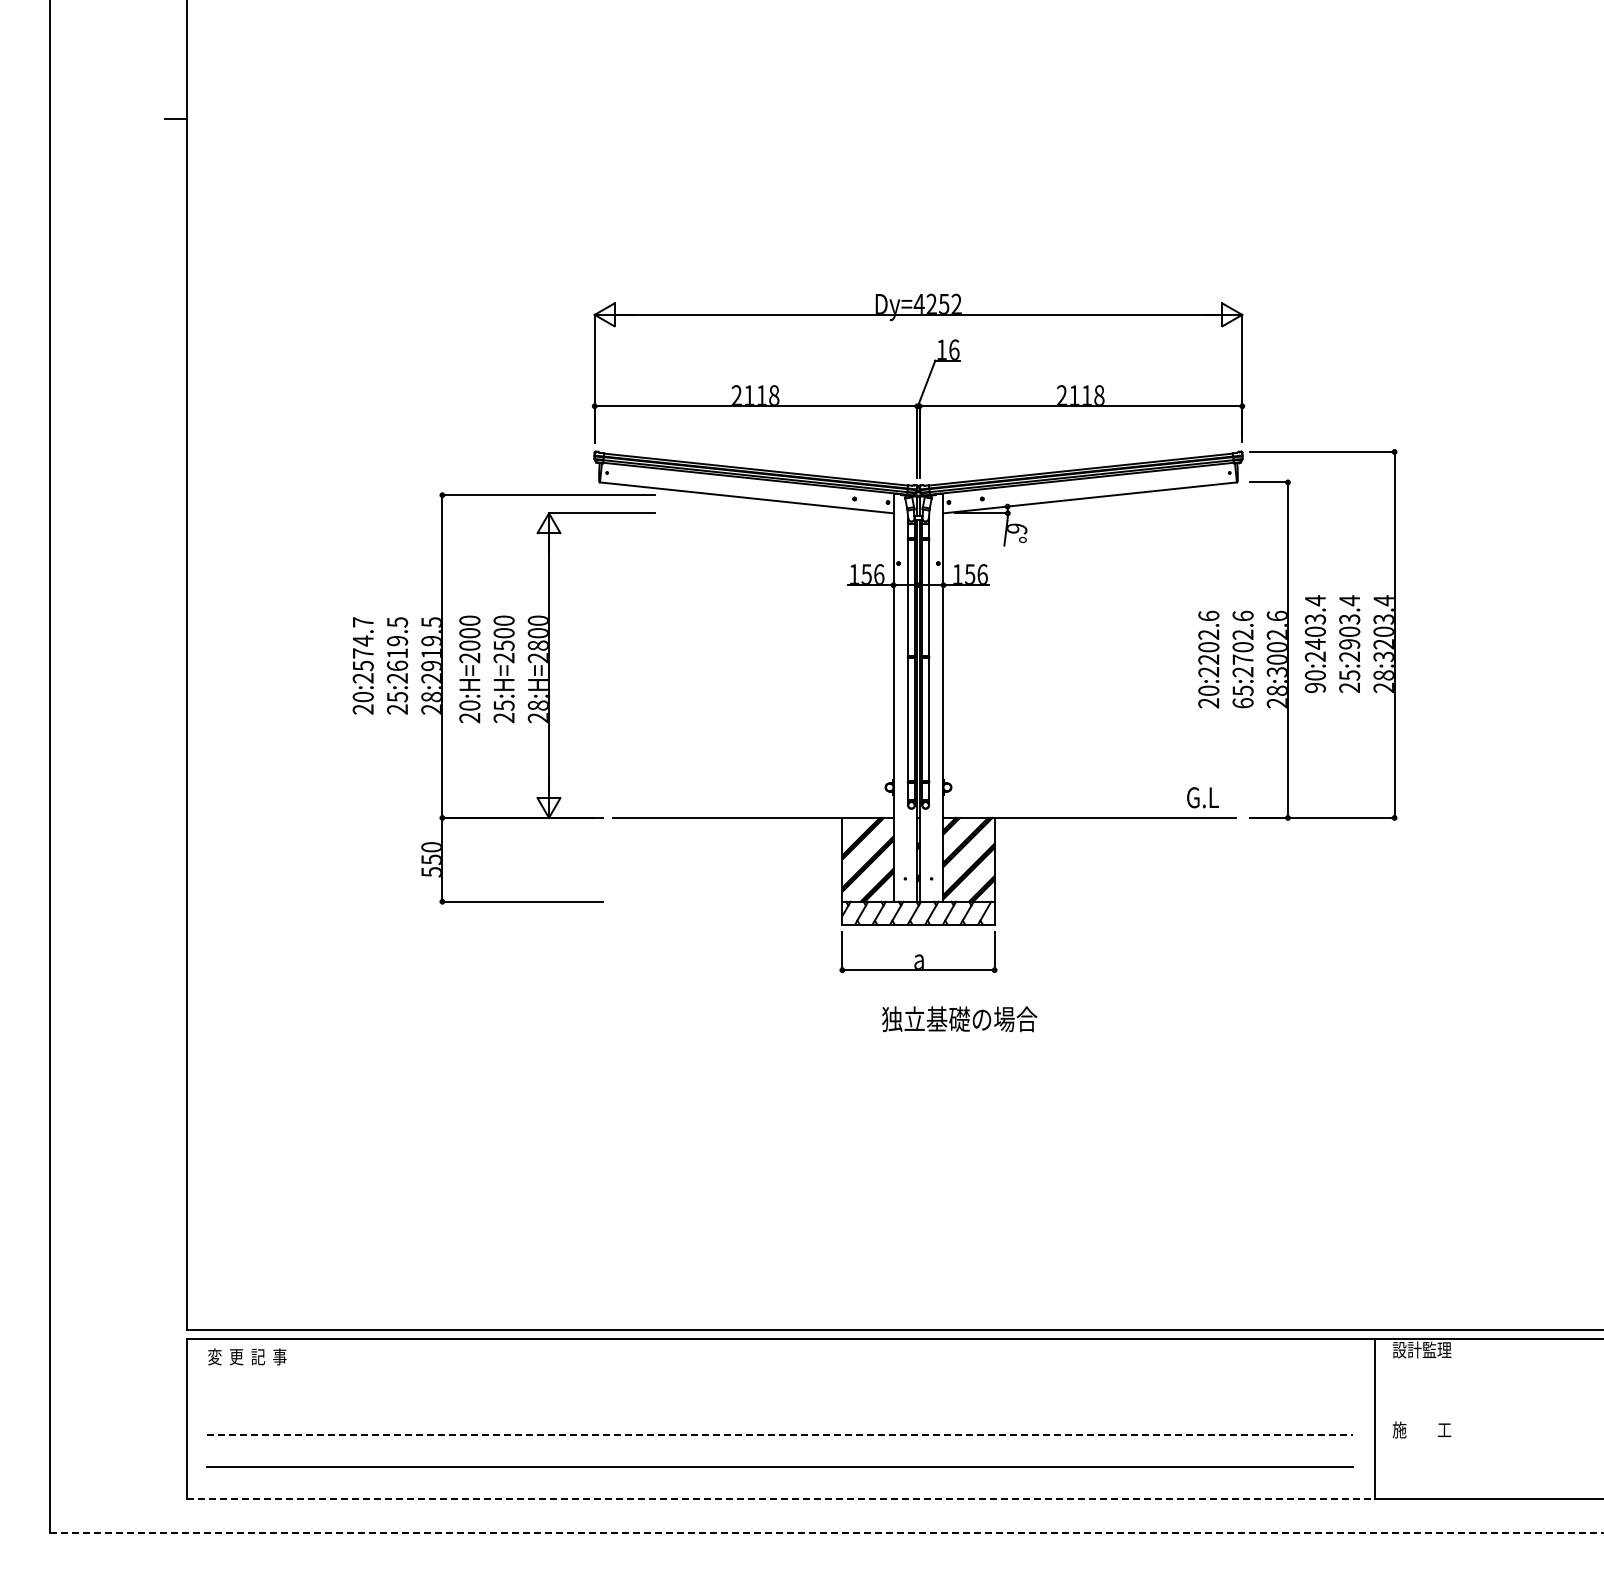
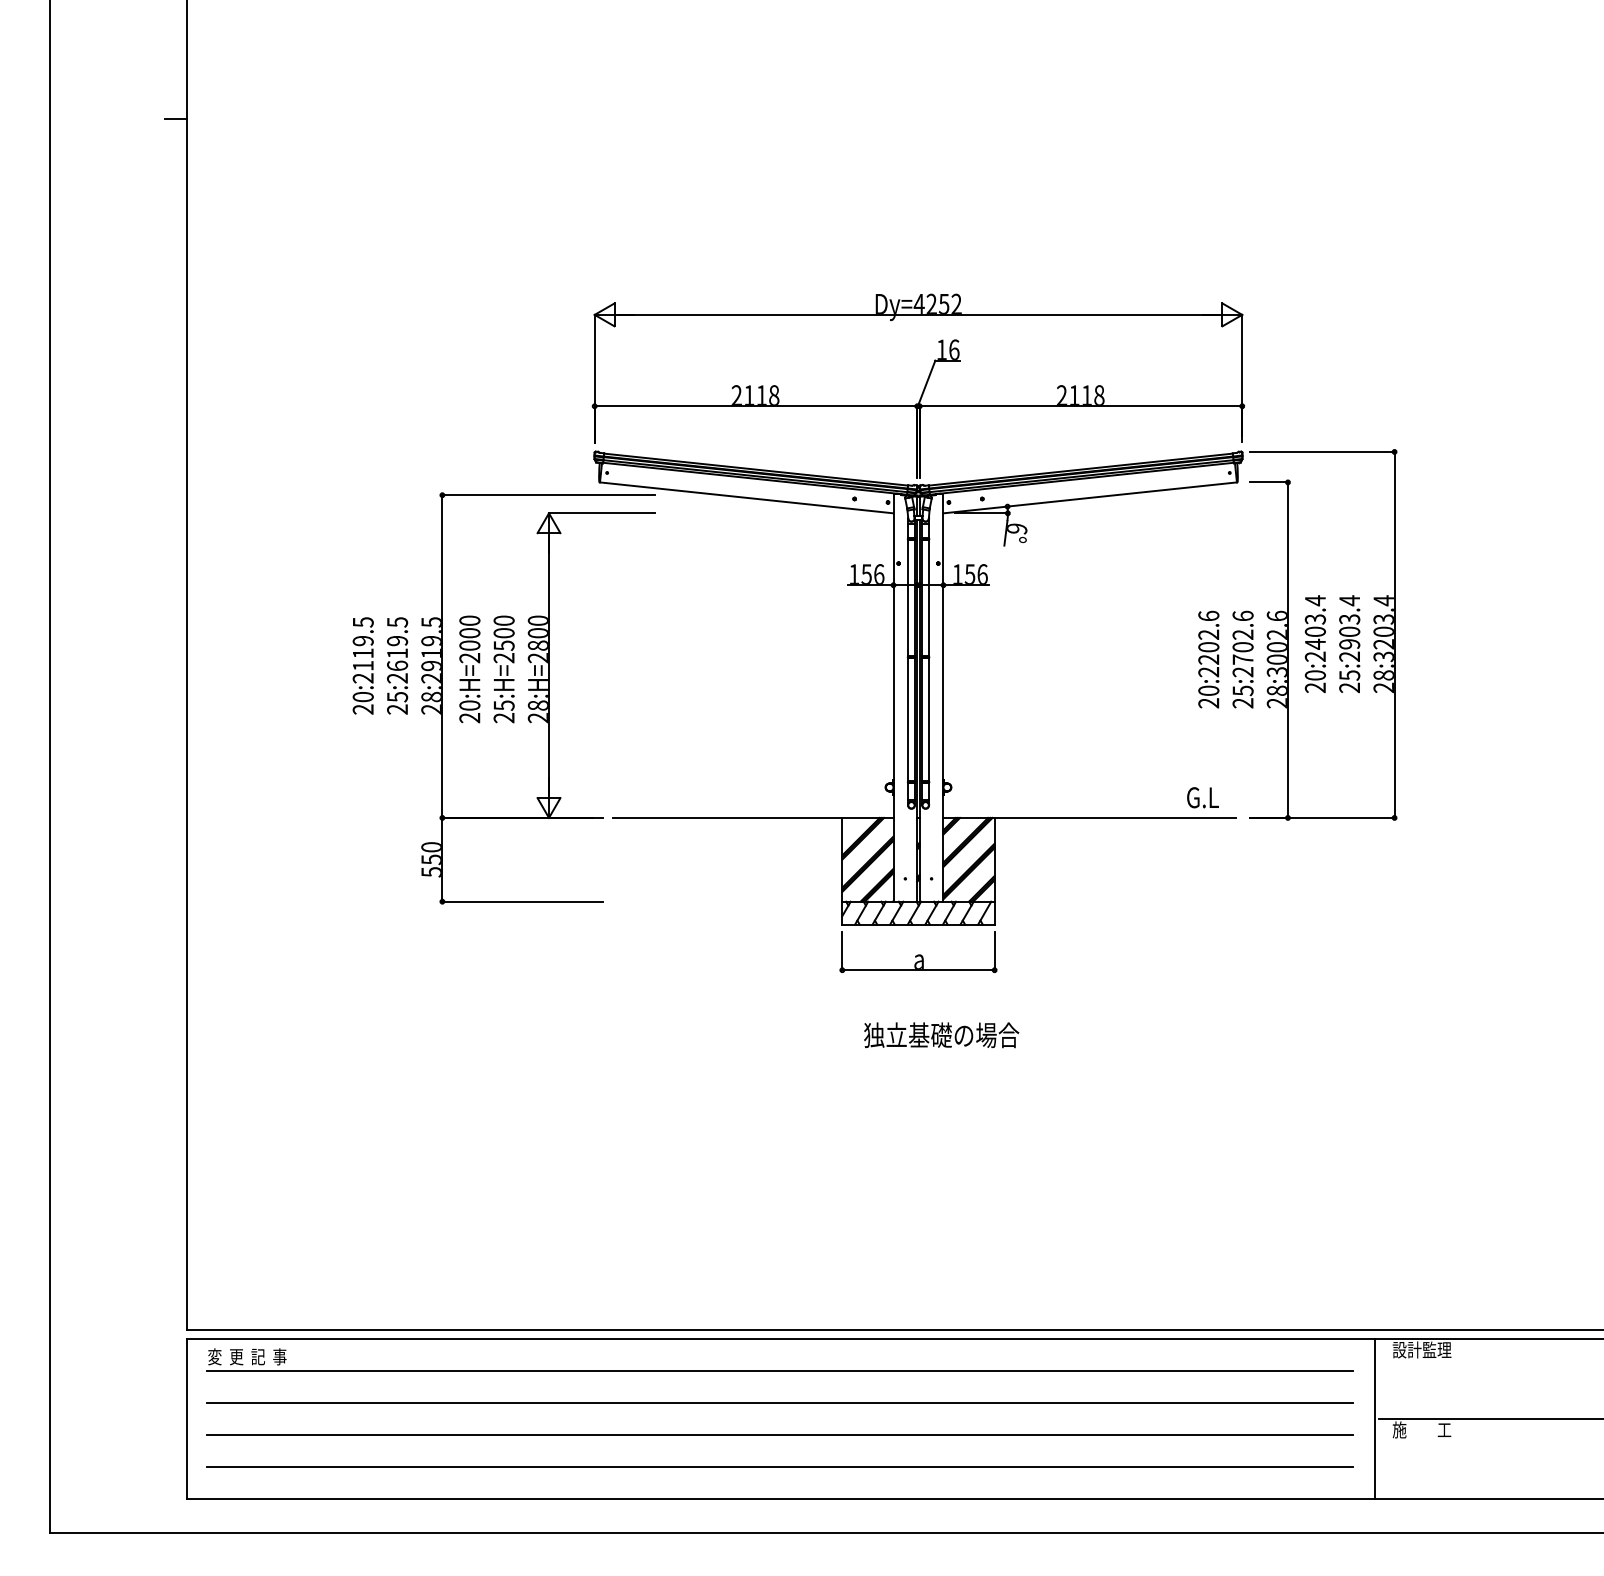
text at (362, 644): 20:2574.7 -> 20:2119.5
text at (1315, 687): 90:2403.4 -> 20:2403.4
text at (1242, 703): 65:2702.6 -> 25:2702.6
text at (959, 1019) position: (959, 1019) -> (941, 1035)
line at (779, 1370): none -> present
line at (779, 1402): none -> present
line at (1489, 1418): none -> present
line at (779, 1434): dashed -> solid
line at (781, 1498): dashed -> solid
line at (827, 1532): dashed -> solid
